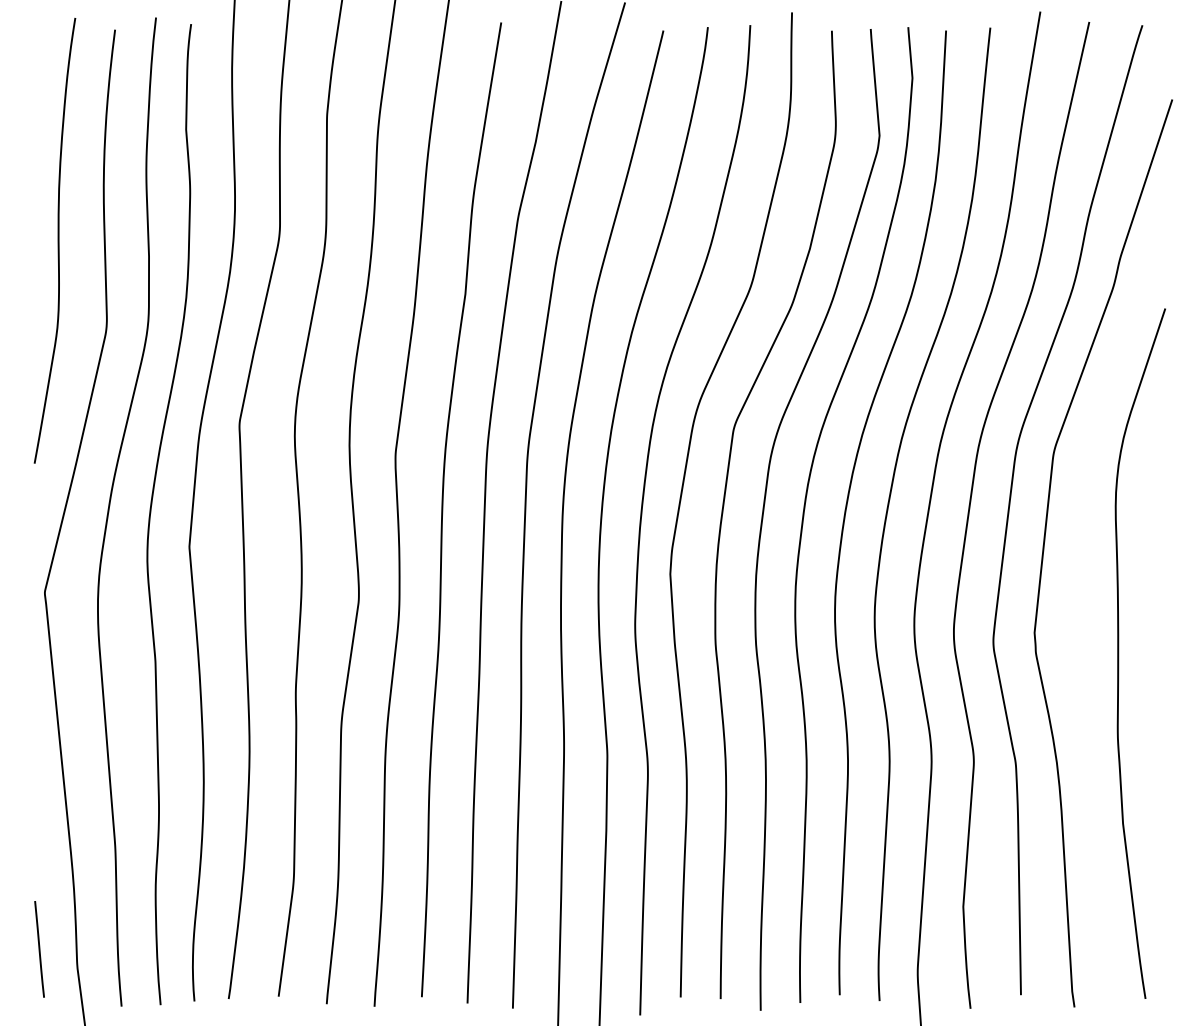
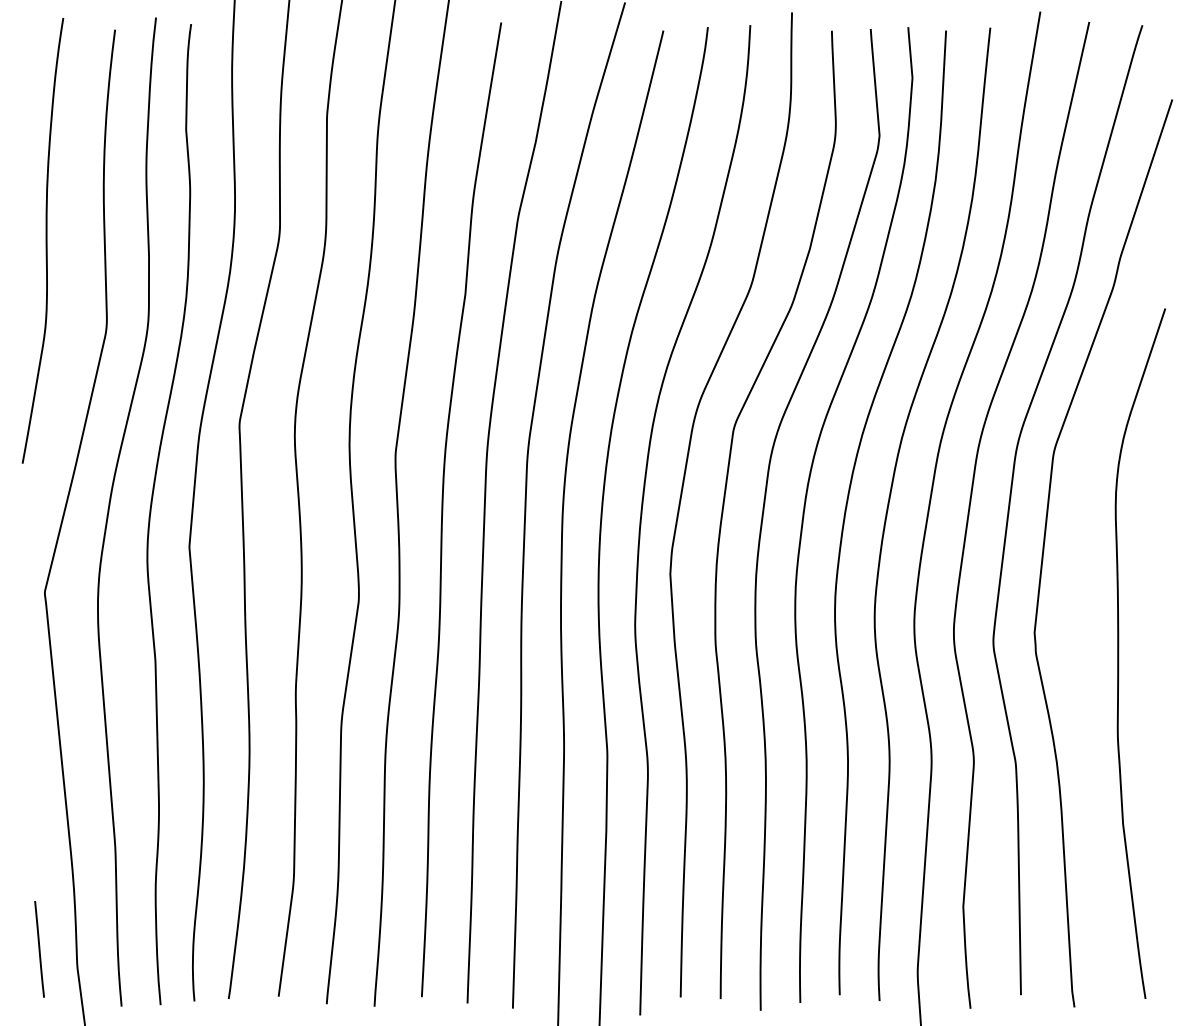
curve at (57, 240) position: (57, 240) -> (45, 240)
